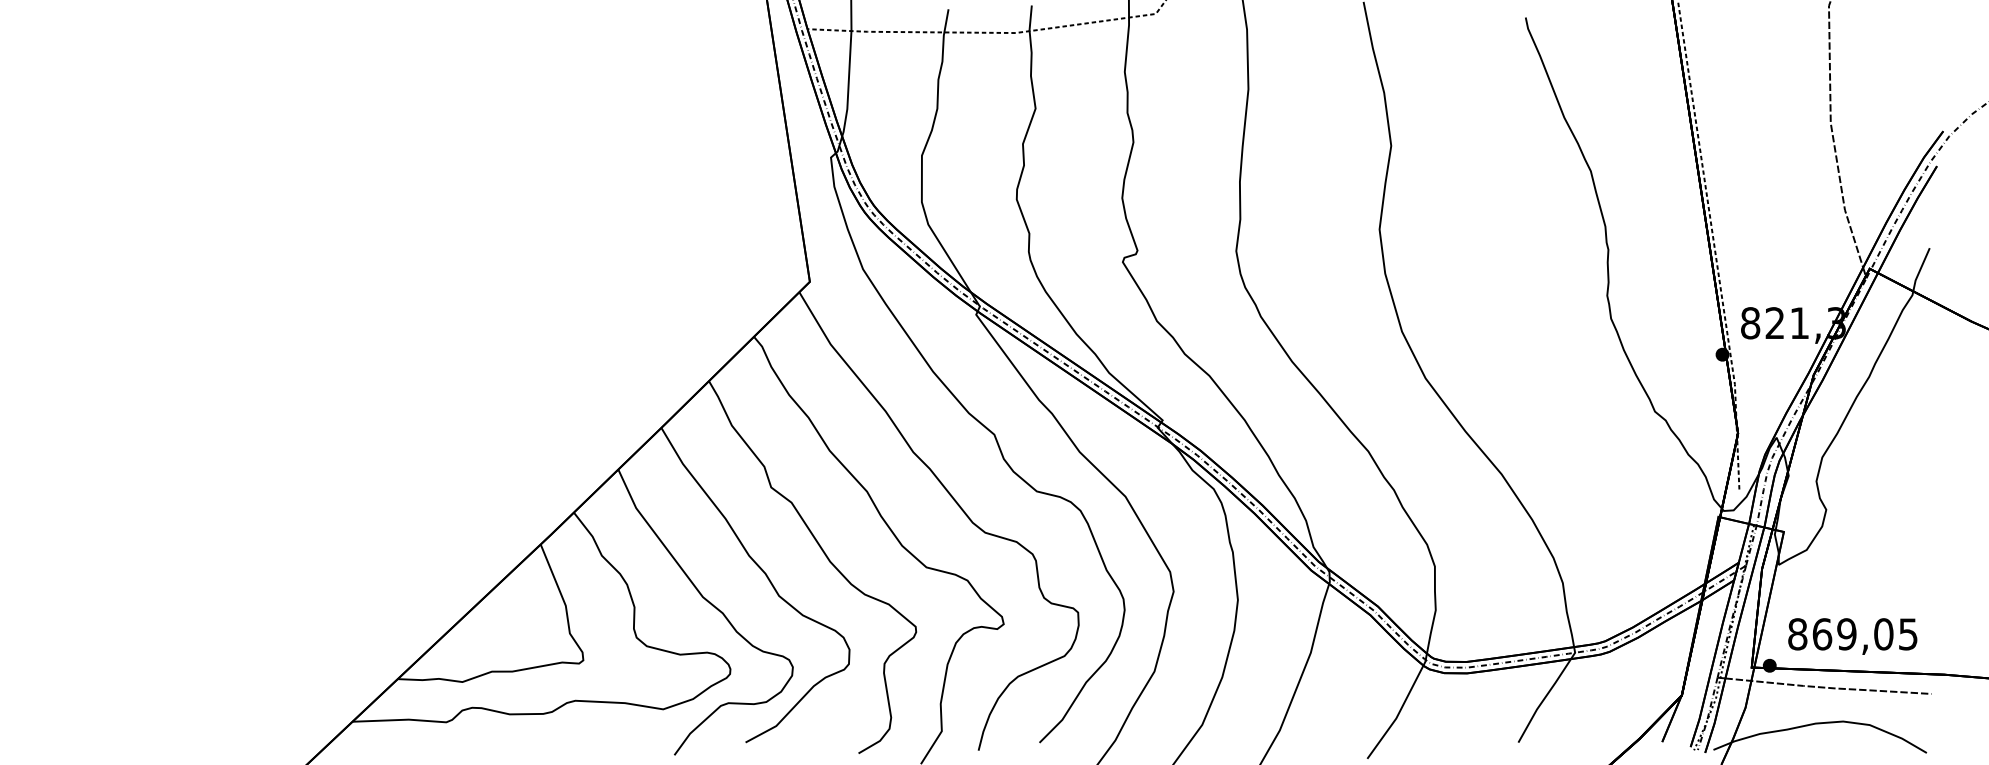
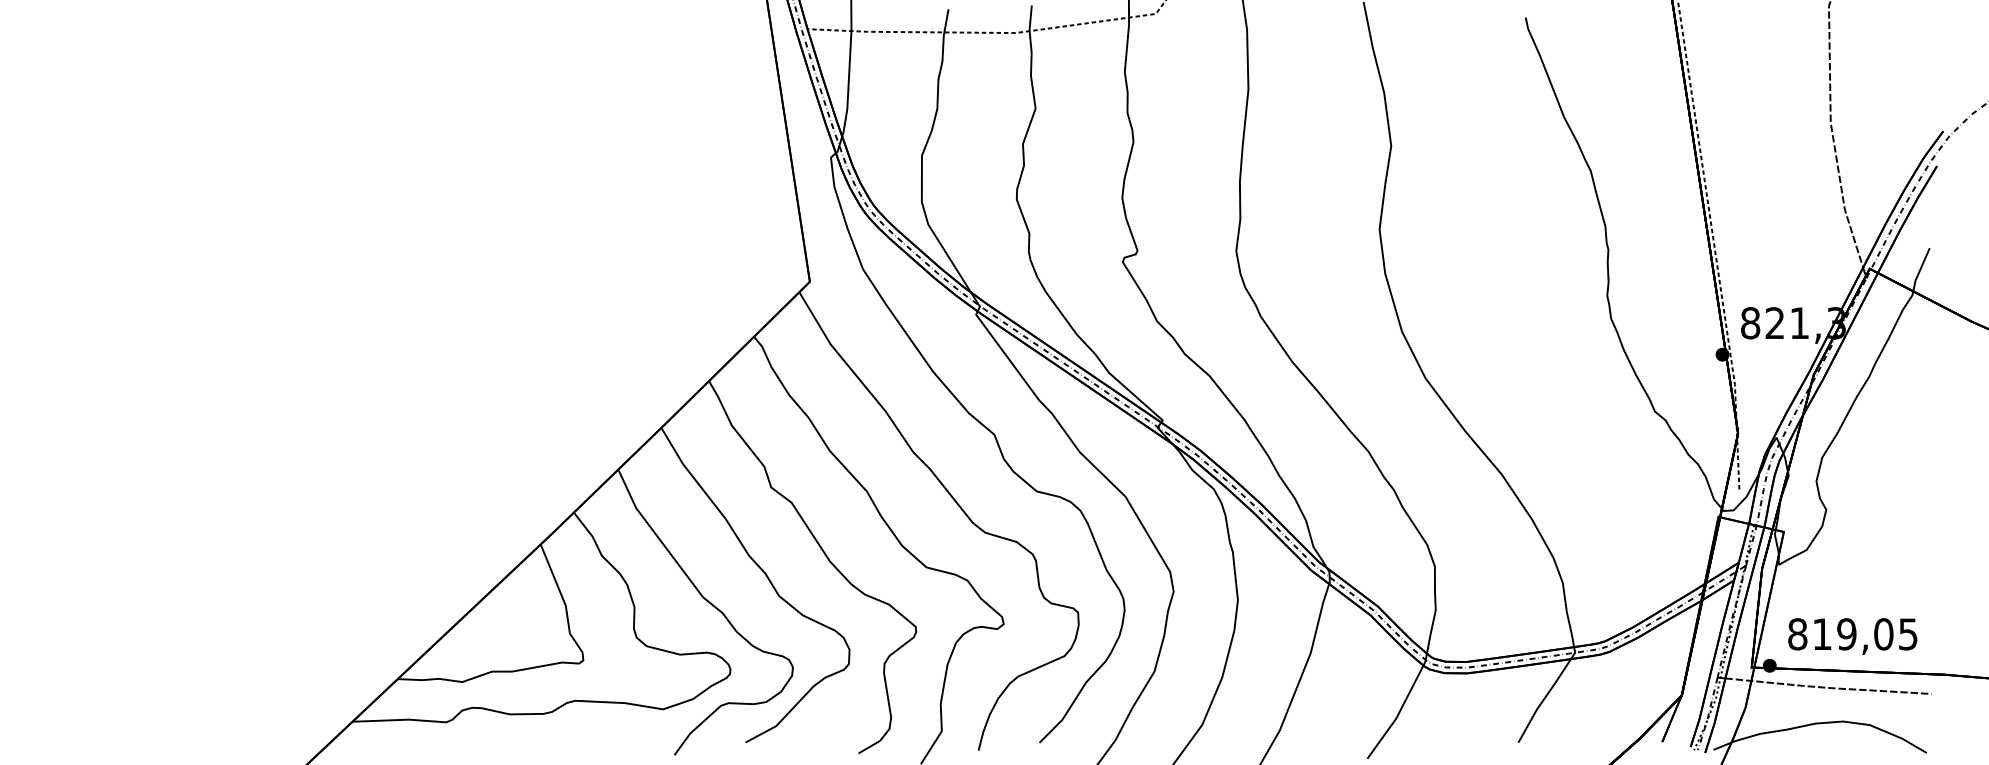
text at (1822, 634): 869,05 -> 819,05
